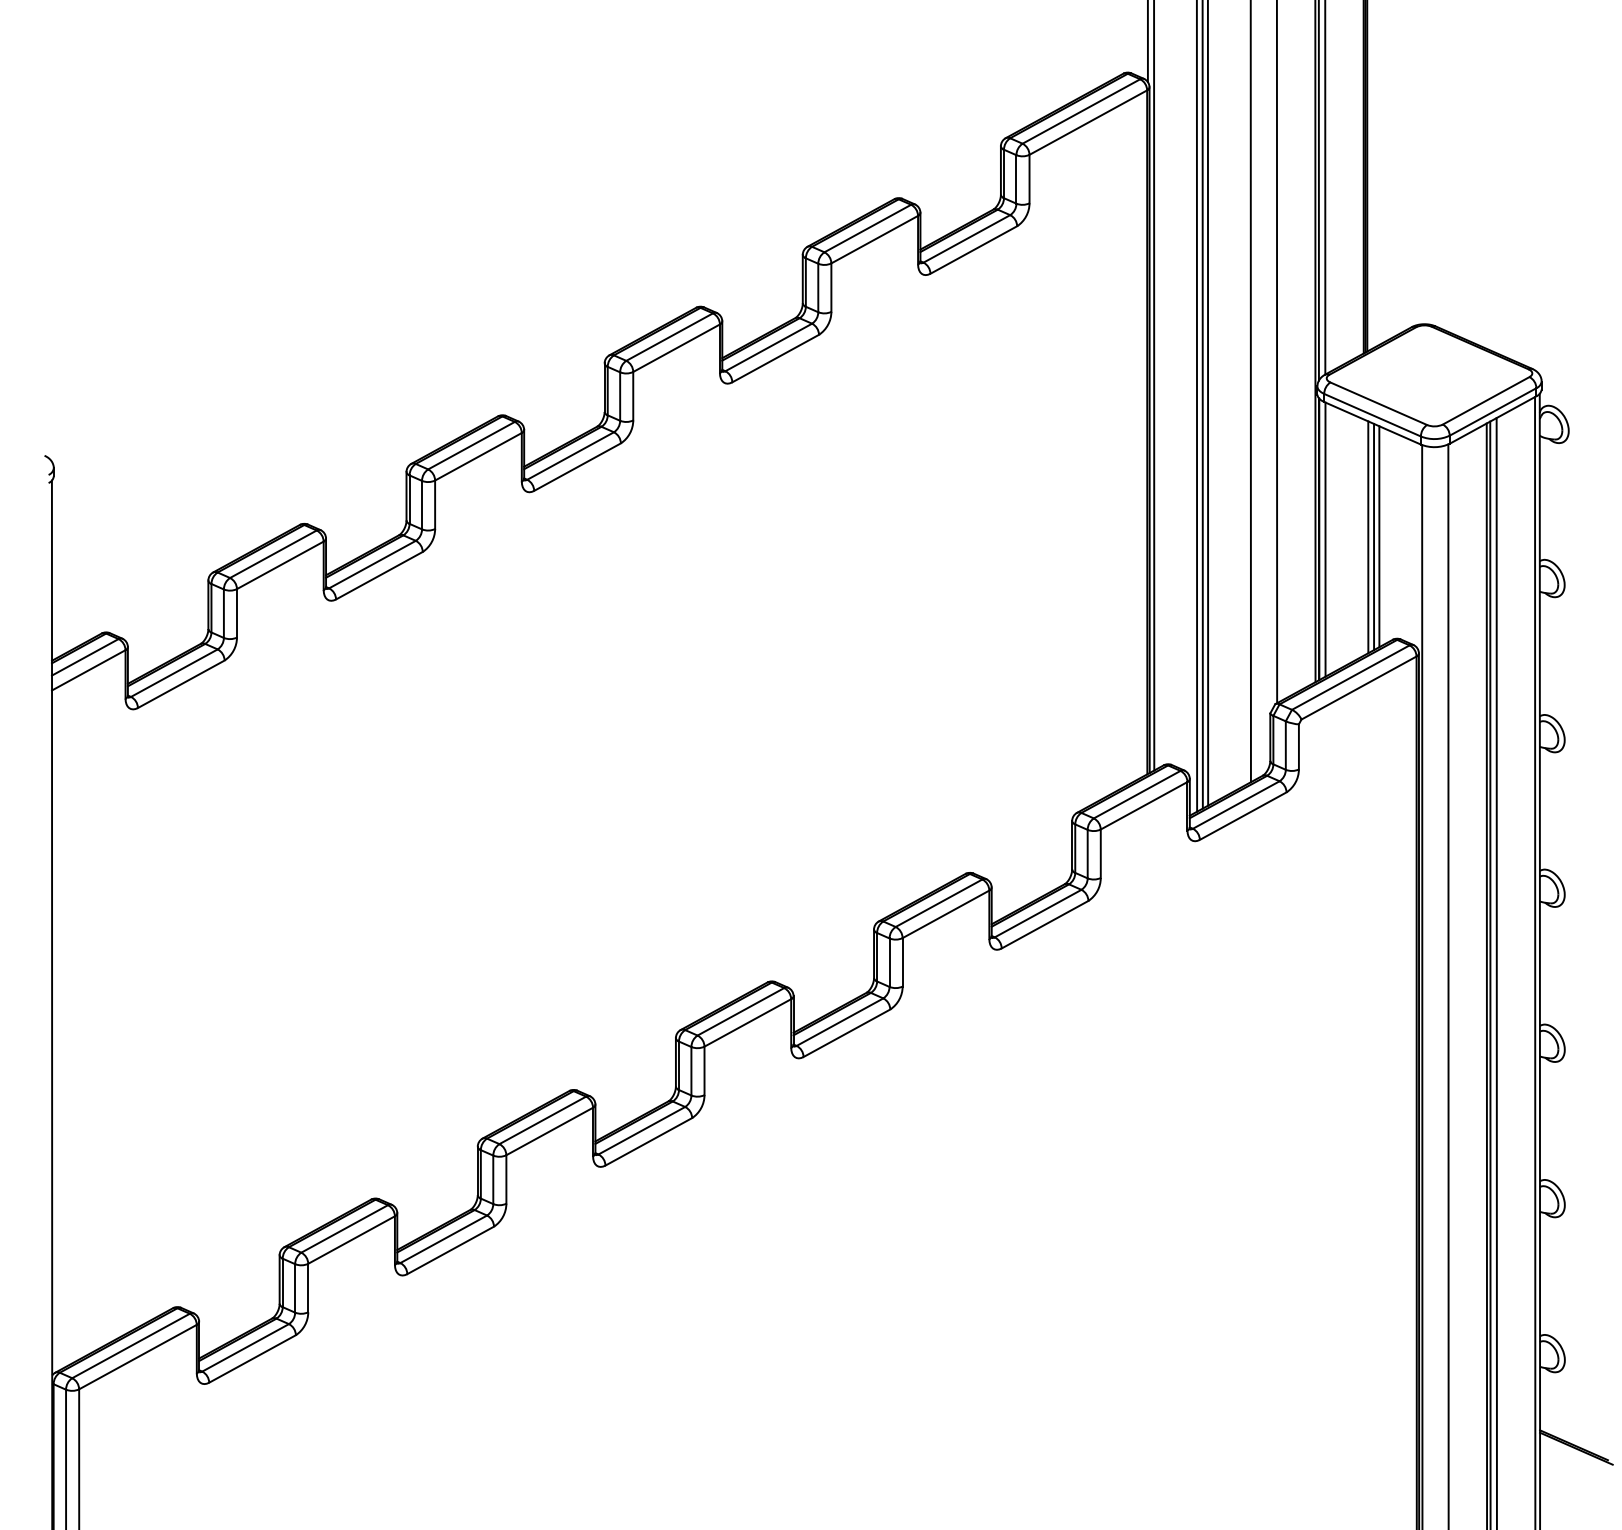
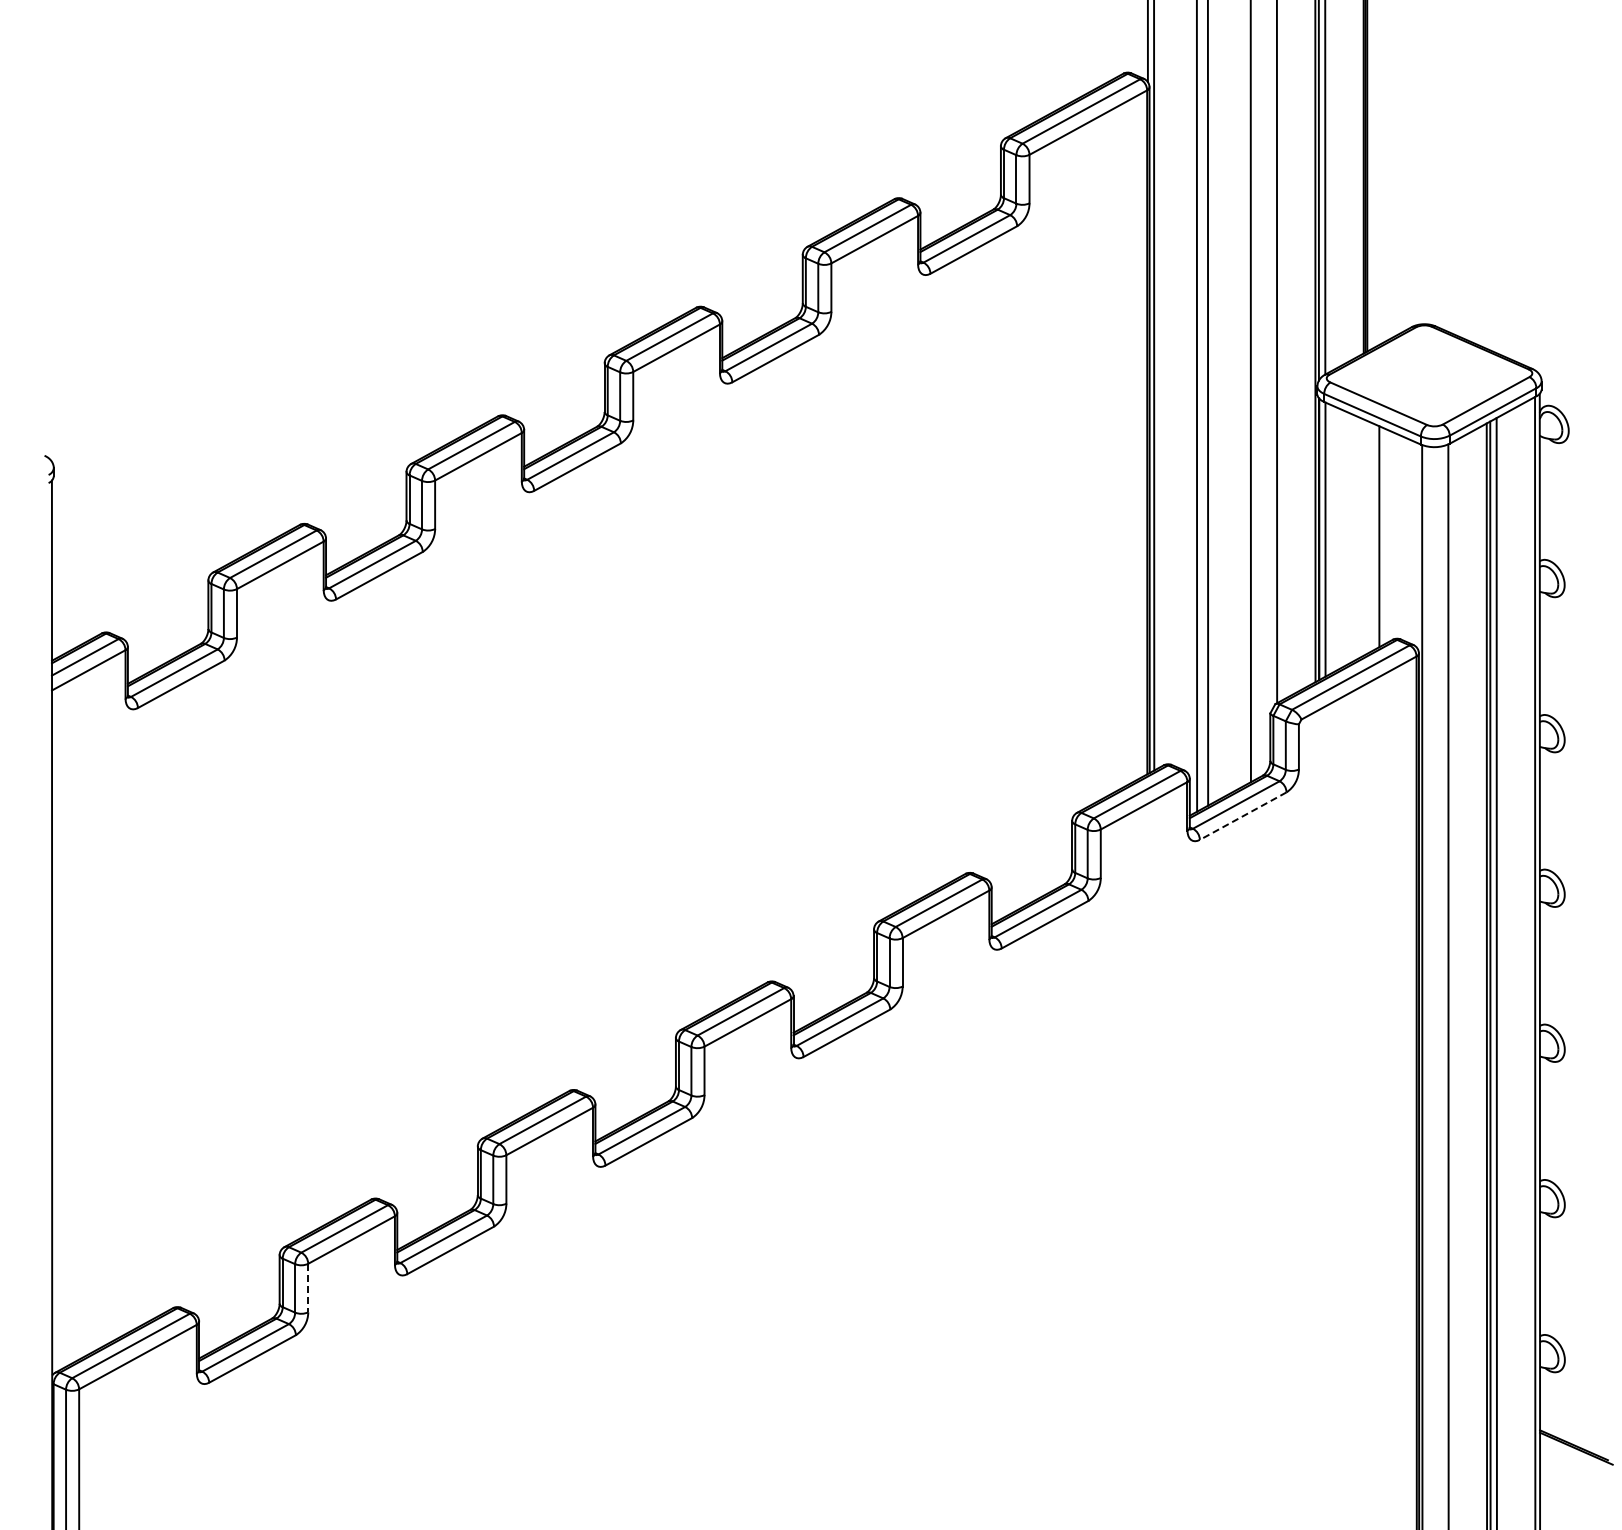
line at (1202, 405): present -> none
line at (1374, 536): present -> none
line at (1368, 537): present -> none
line at (1242, 816): solid -> dashed
line at (308, 1288): solid -> dashed
